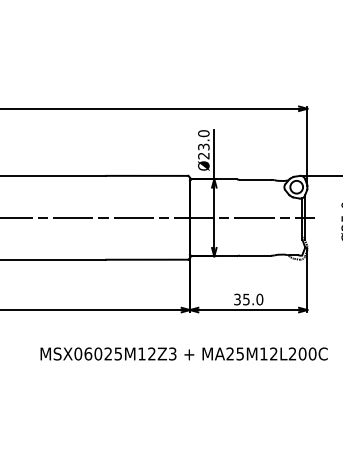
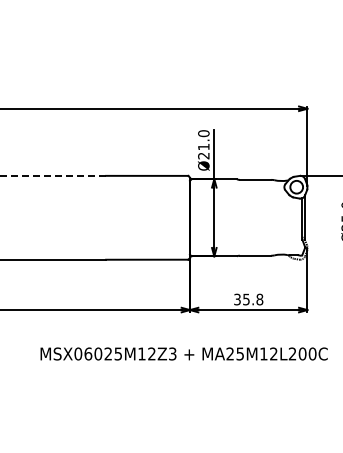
text at (203, 146): Ø23.0 -> Ø21.0
line at (53, 175): solid -> dashed
line at (158, 217): present -> none
text at (259, 299): 35.0 -> 35.8
